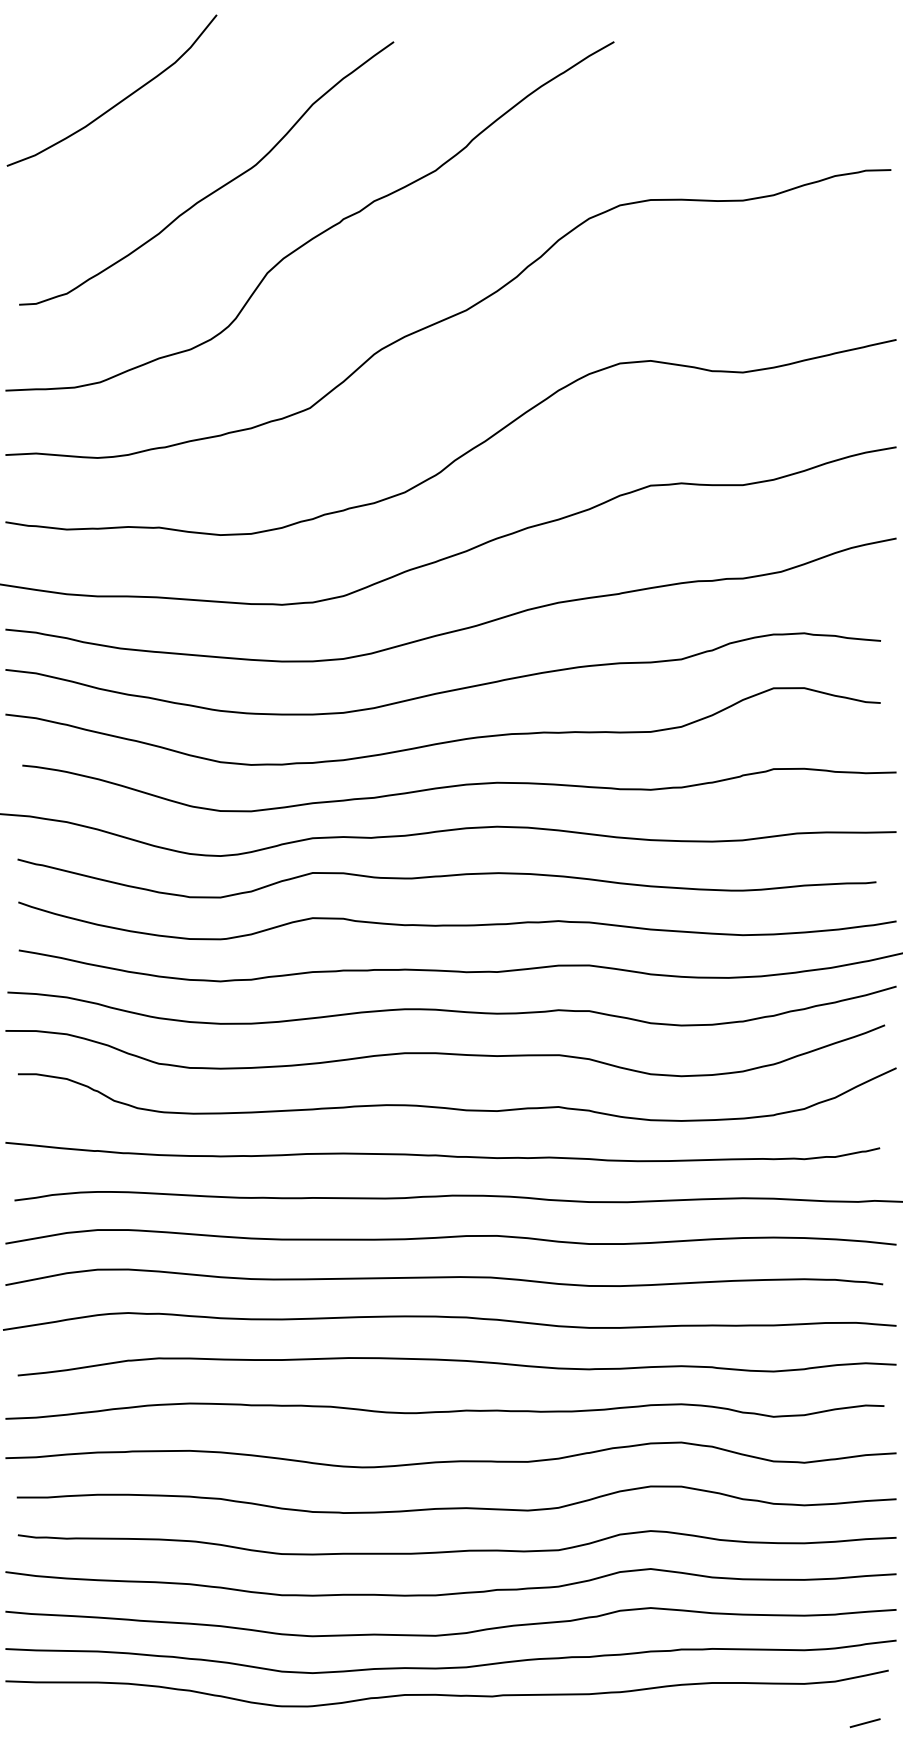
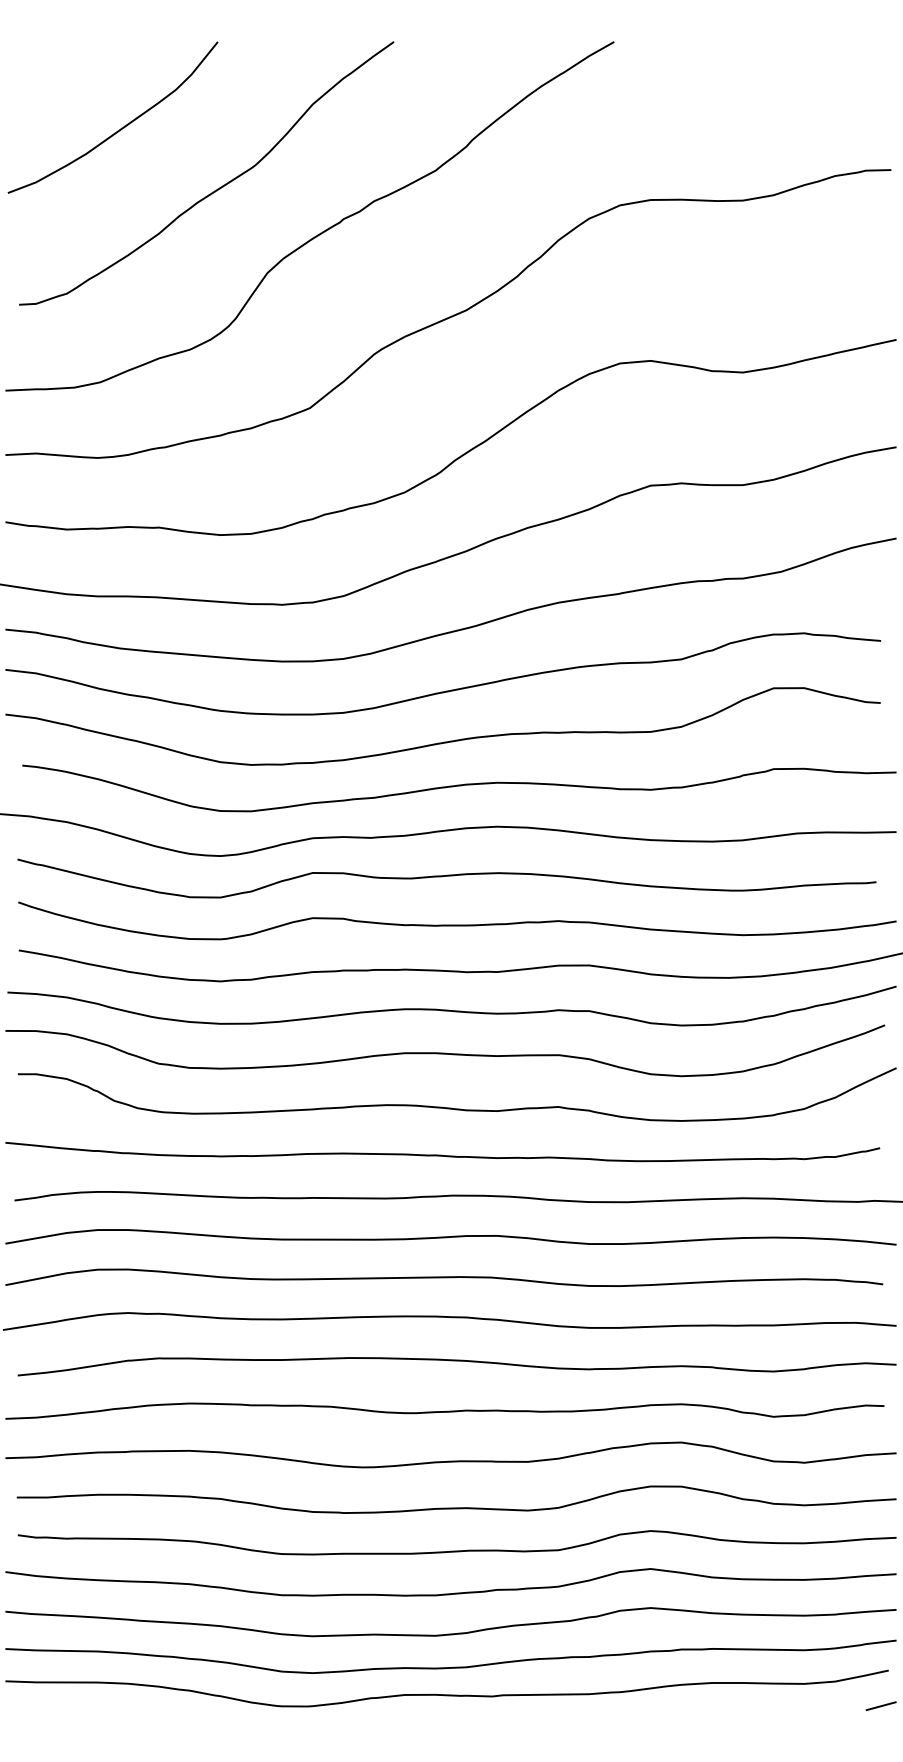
curve at (119, 101) position: (119, 101) -> (120, 128)
line at (864, 1723) position: (864, 1723) -> (880, 1706)
